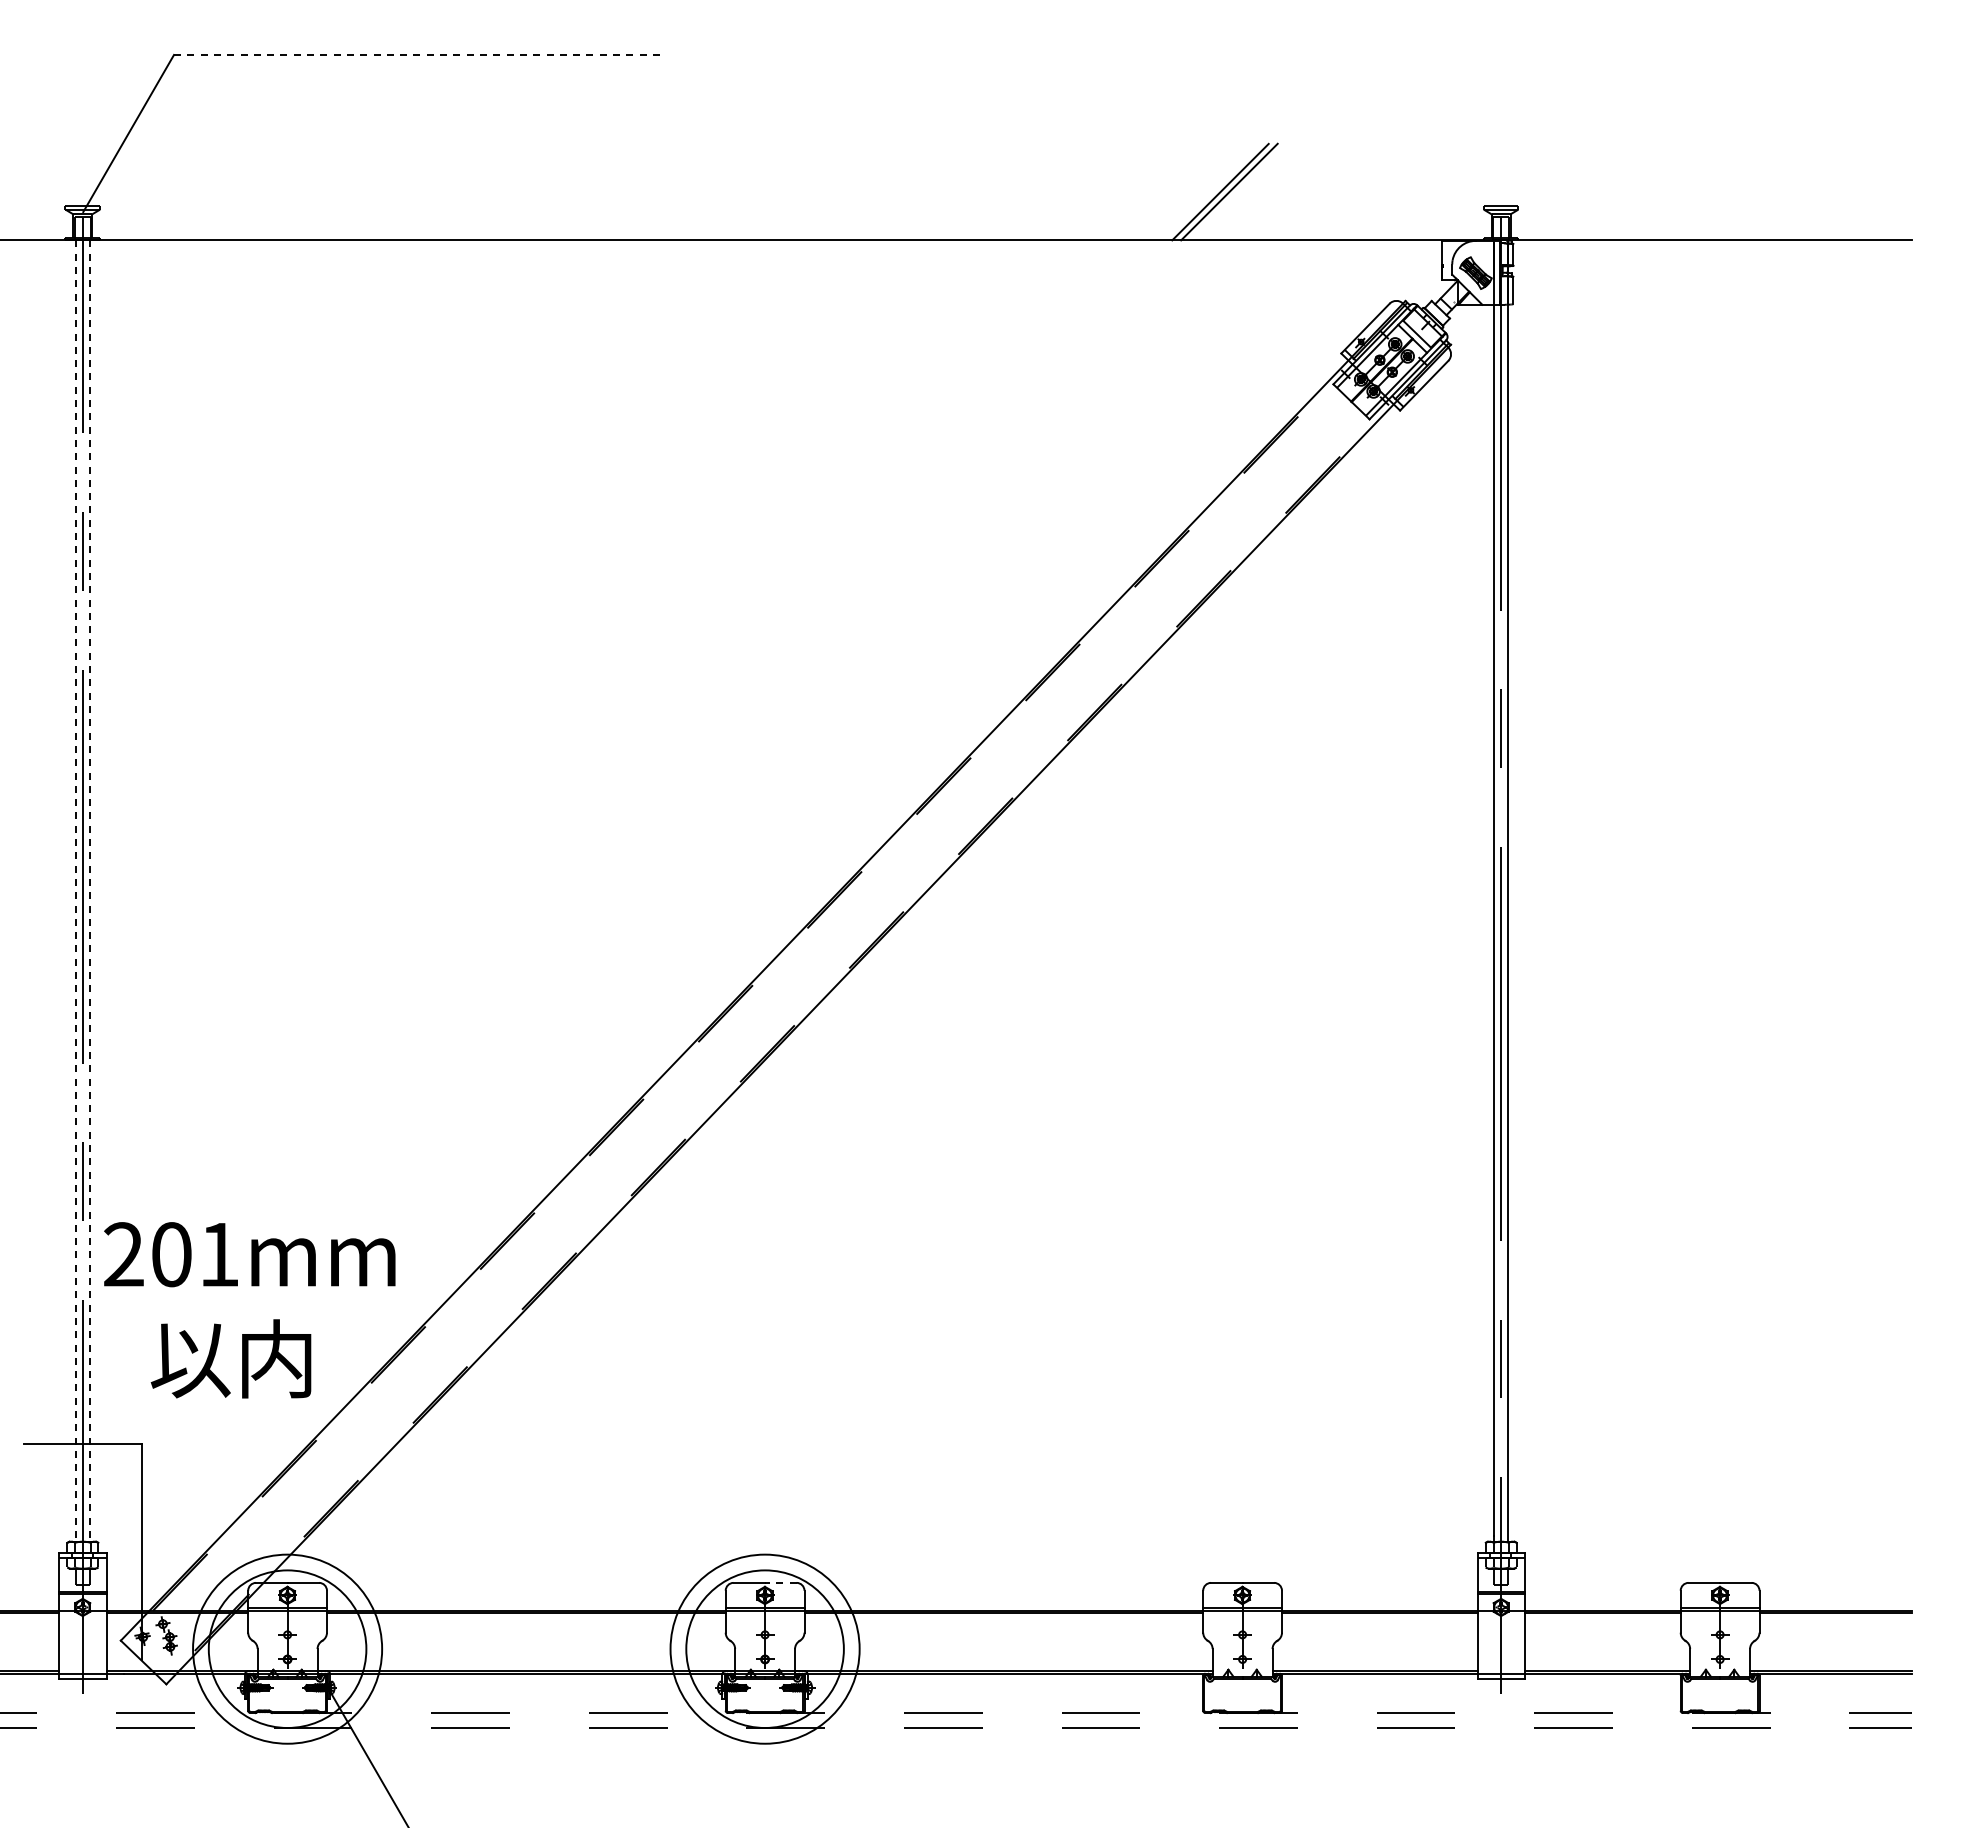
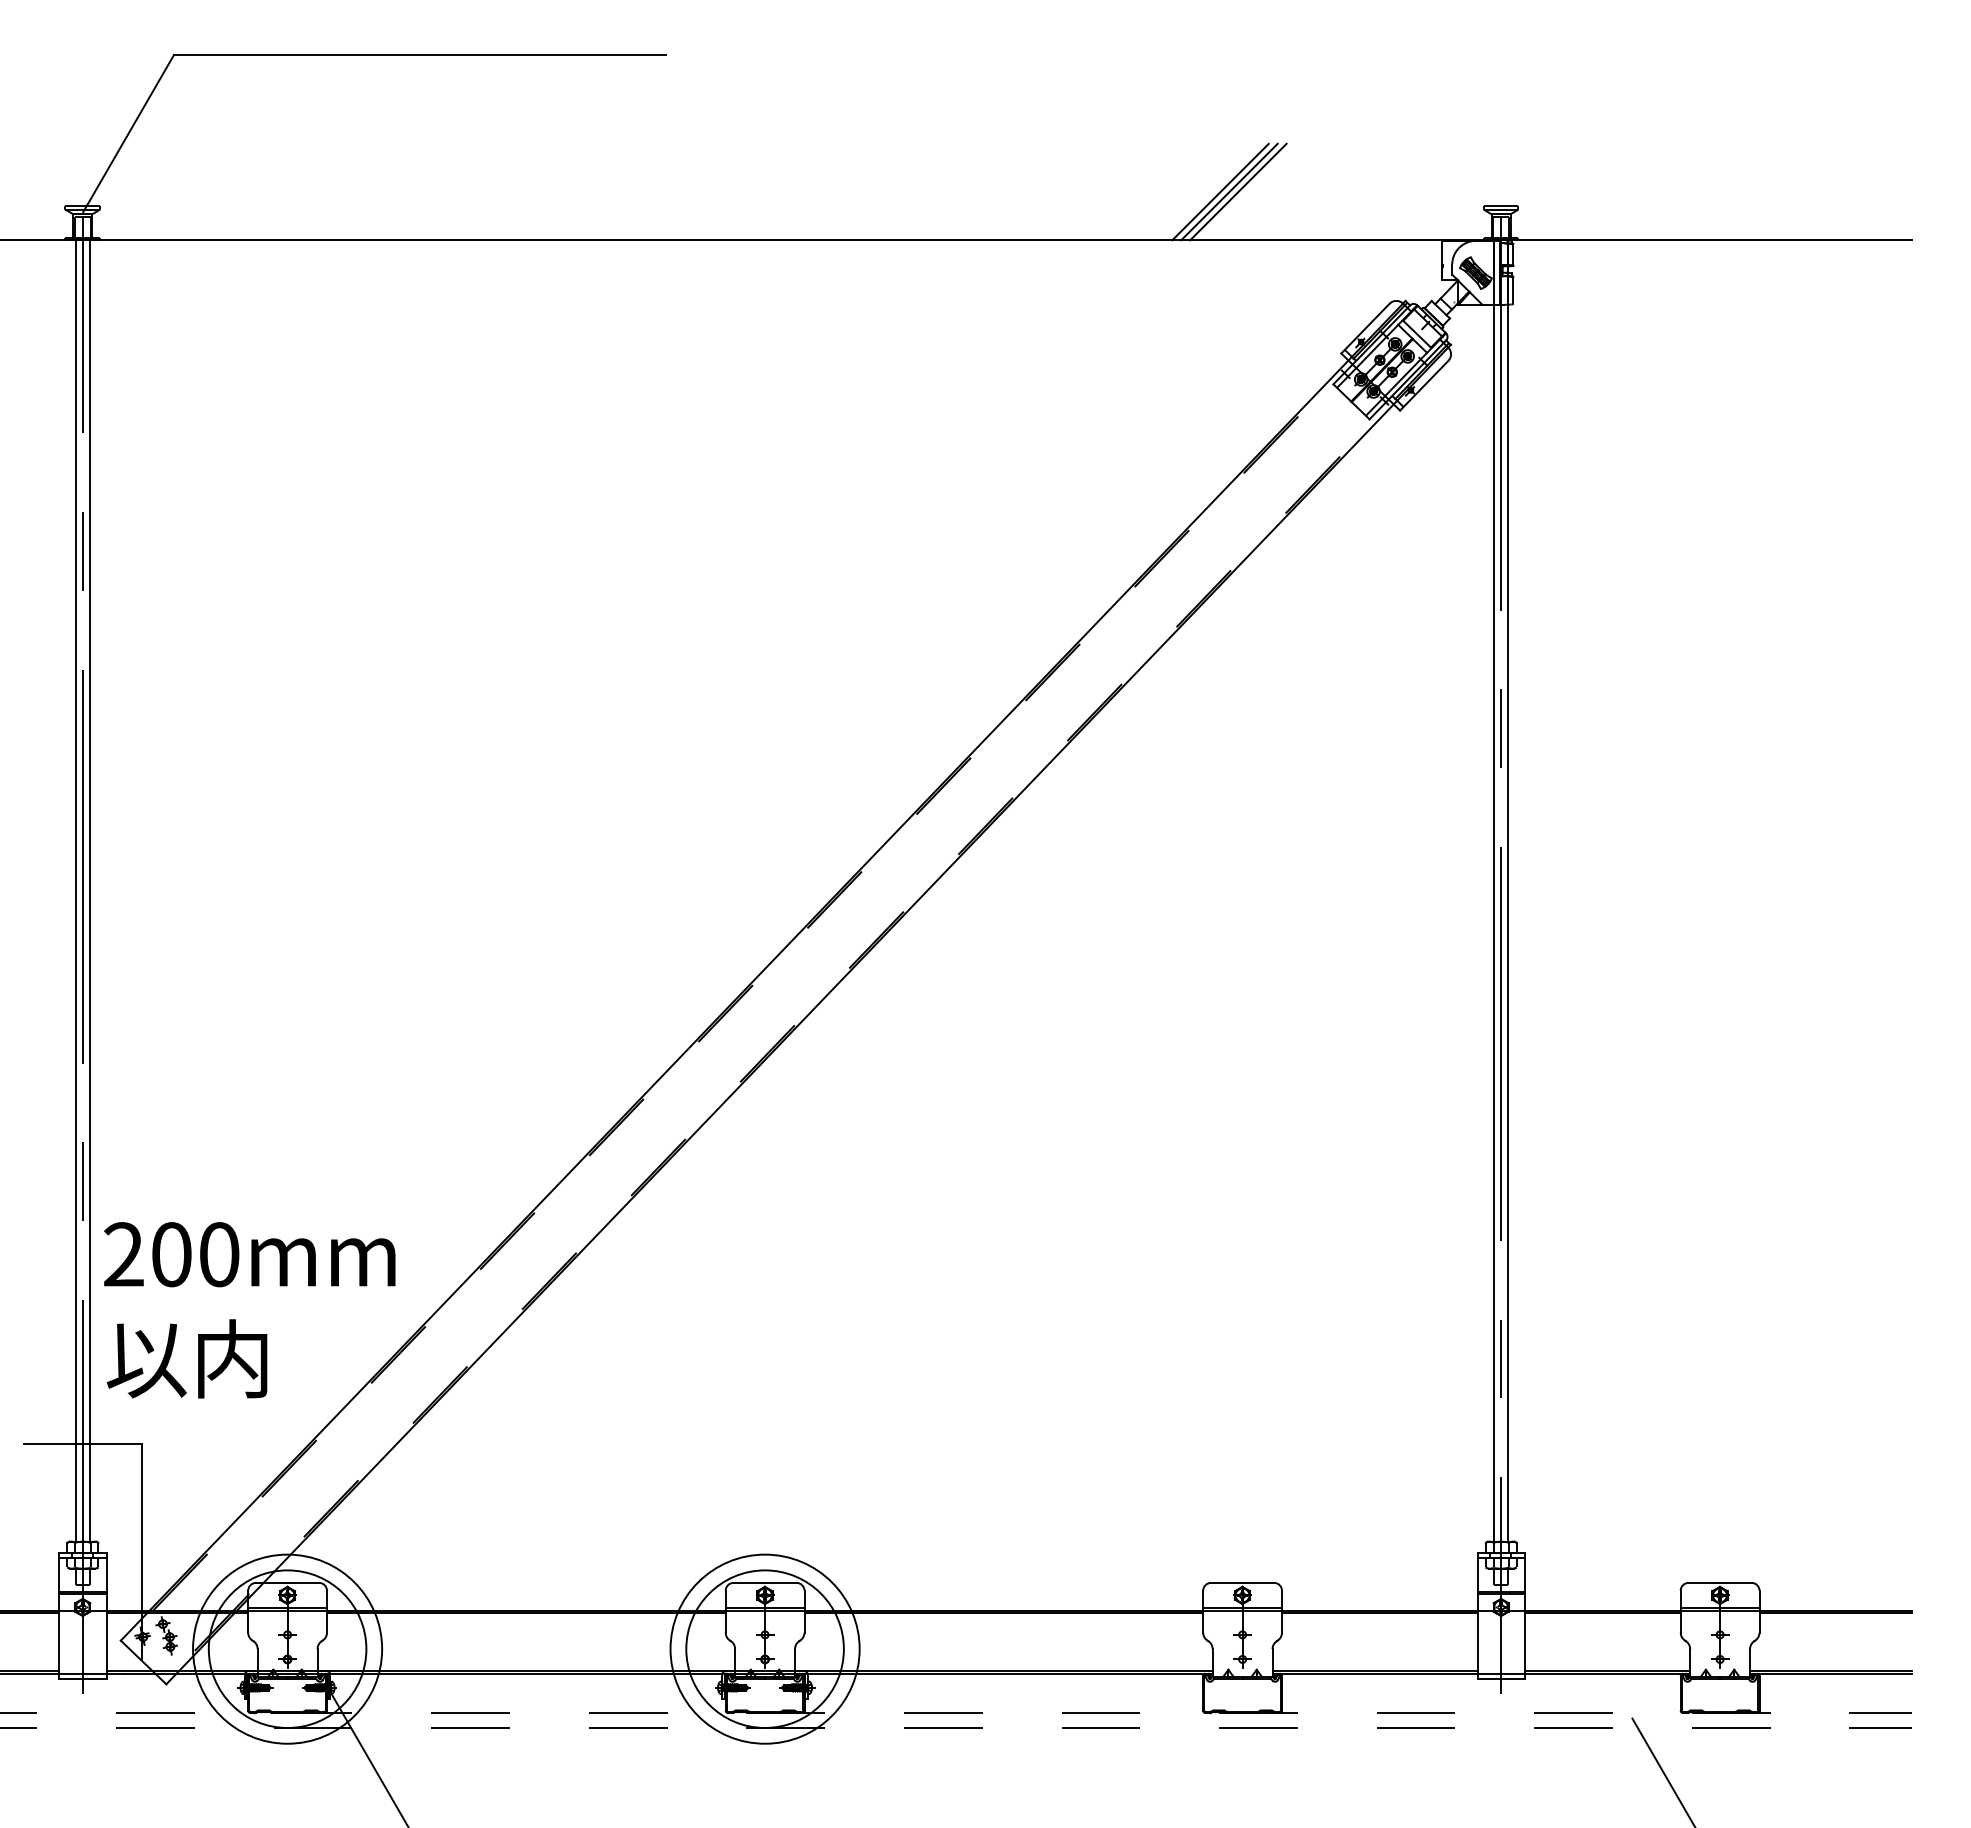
line at (420, 54): dashed -> solid
line at (1238, 191): none -> present
line at (75, 890): dashed -> solid
line at (89, 890): dashed -> solid
text at (219, 1254): 201mm -> 200mm
text at (230, 1358) position: (230, 1358) -> (186, 1358)
line at (780, 1582): dashed -> solid
line at (1662, 1771): none -> present
